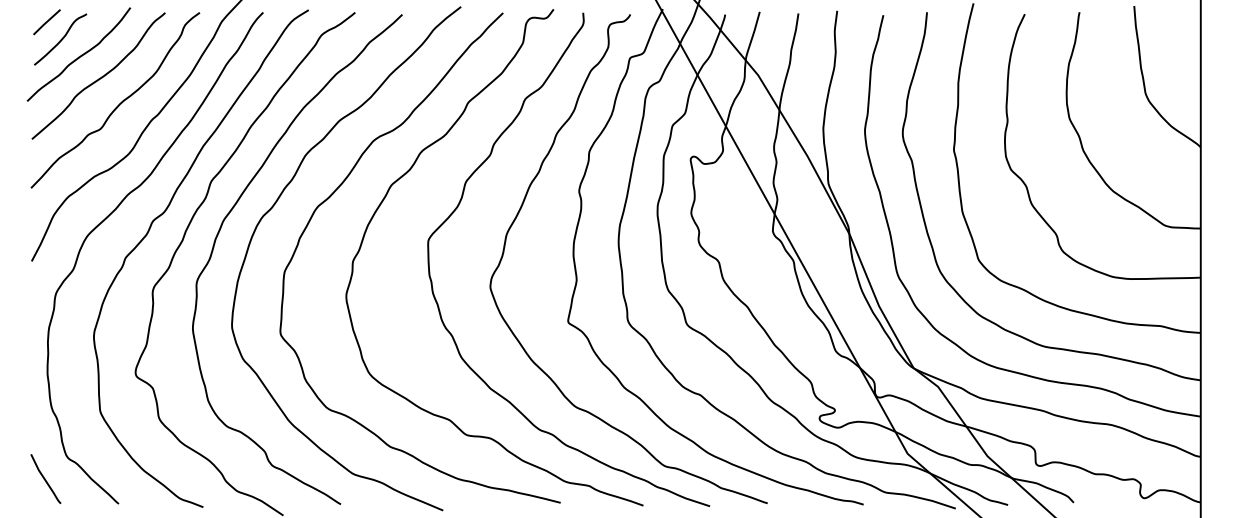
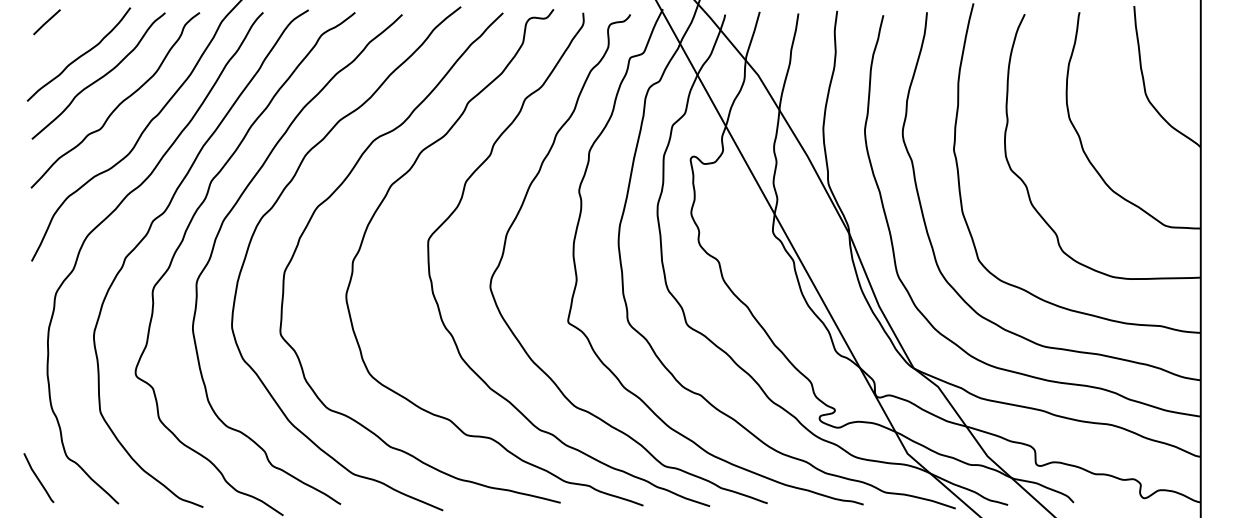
curve at (60, 39): present -> none
curve at (45, 479) position: (45, 479) -> (38, 478)
